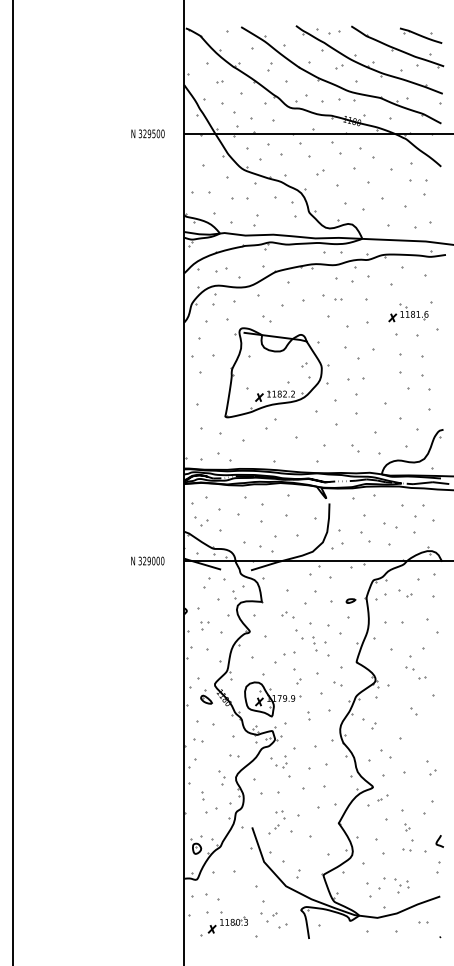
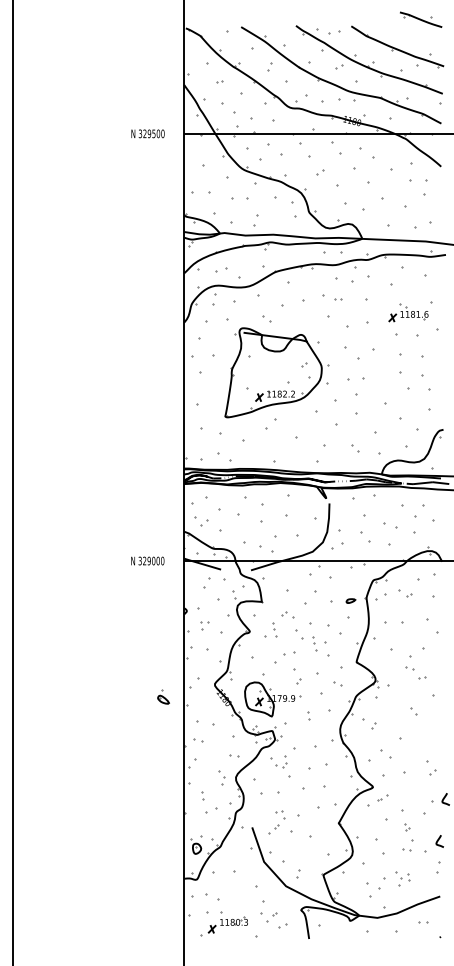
part at (421, 35) position: (421, 35) -> (421, 19)
part at (274, 629): none -> present
part at (206, 696) position: (206, 696) -> (163, 696)
curve at (444, 799): none -> present
part at (401, 885) position: (401, 885) -> (402, 878)
